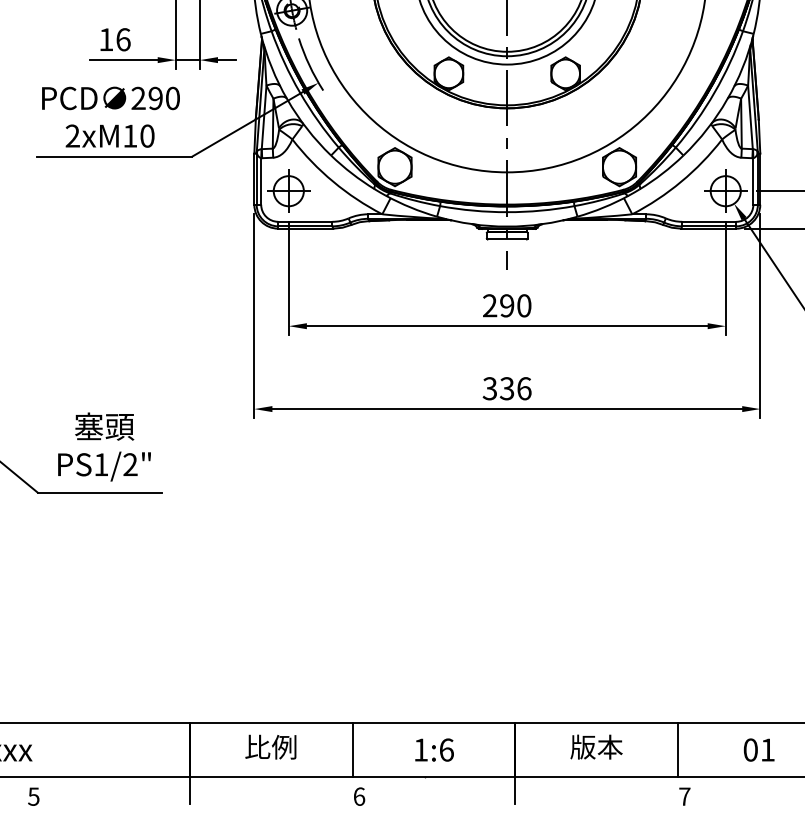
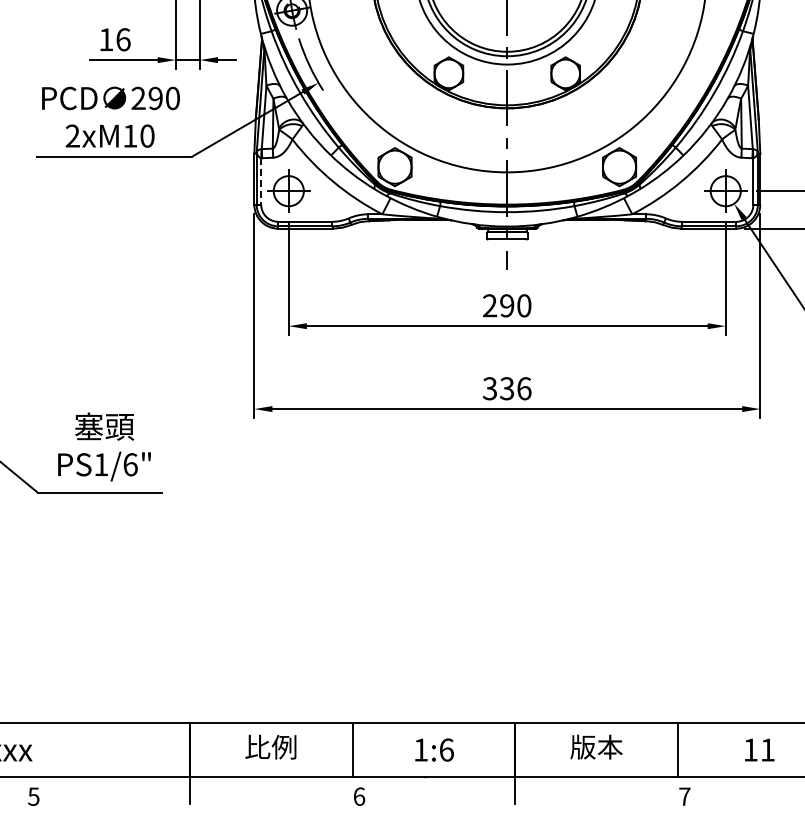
line at (261, 182): solid -> dashed
text at (130, 464): PS1/2" -> PS1/6"
text at (750, 749): 01 -> 11
